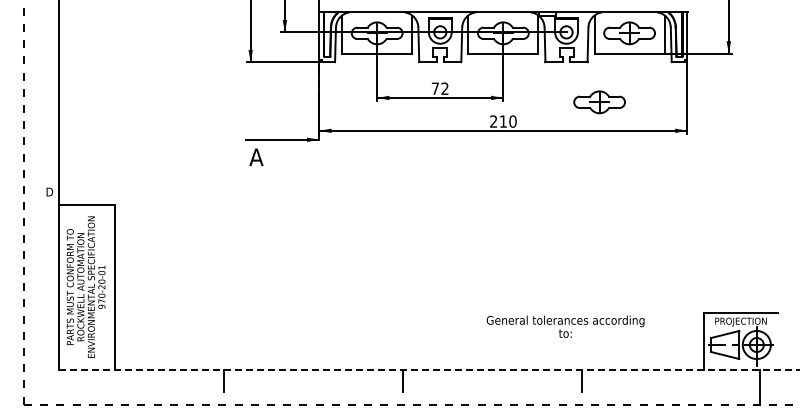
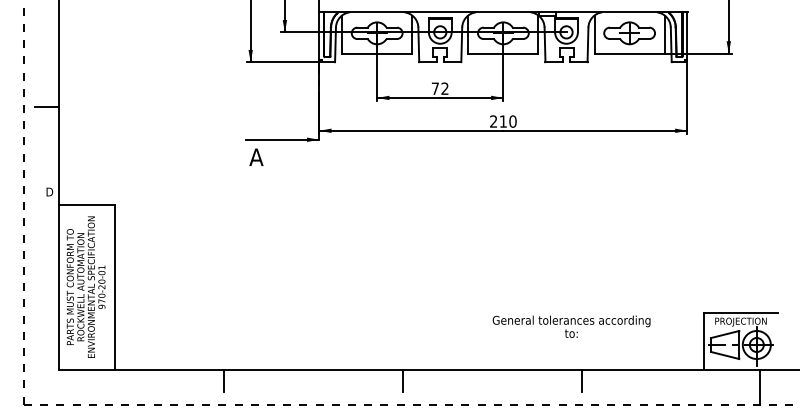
part at (599, 102): present -> none
line at (46, 106): none -> present
text at (565, 326) position: (565, 326) -> (571, 326)
line at (429, 369): dashed -> solid
